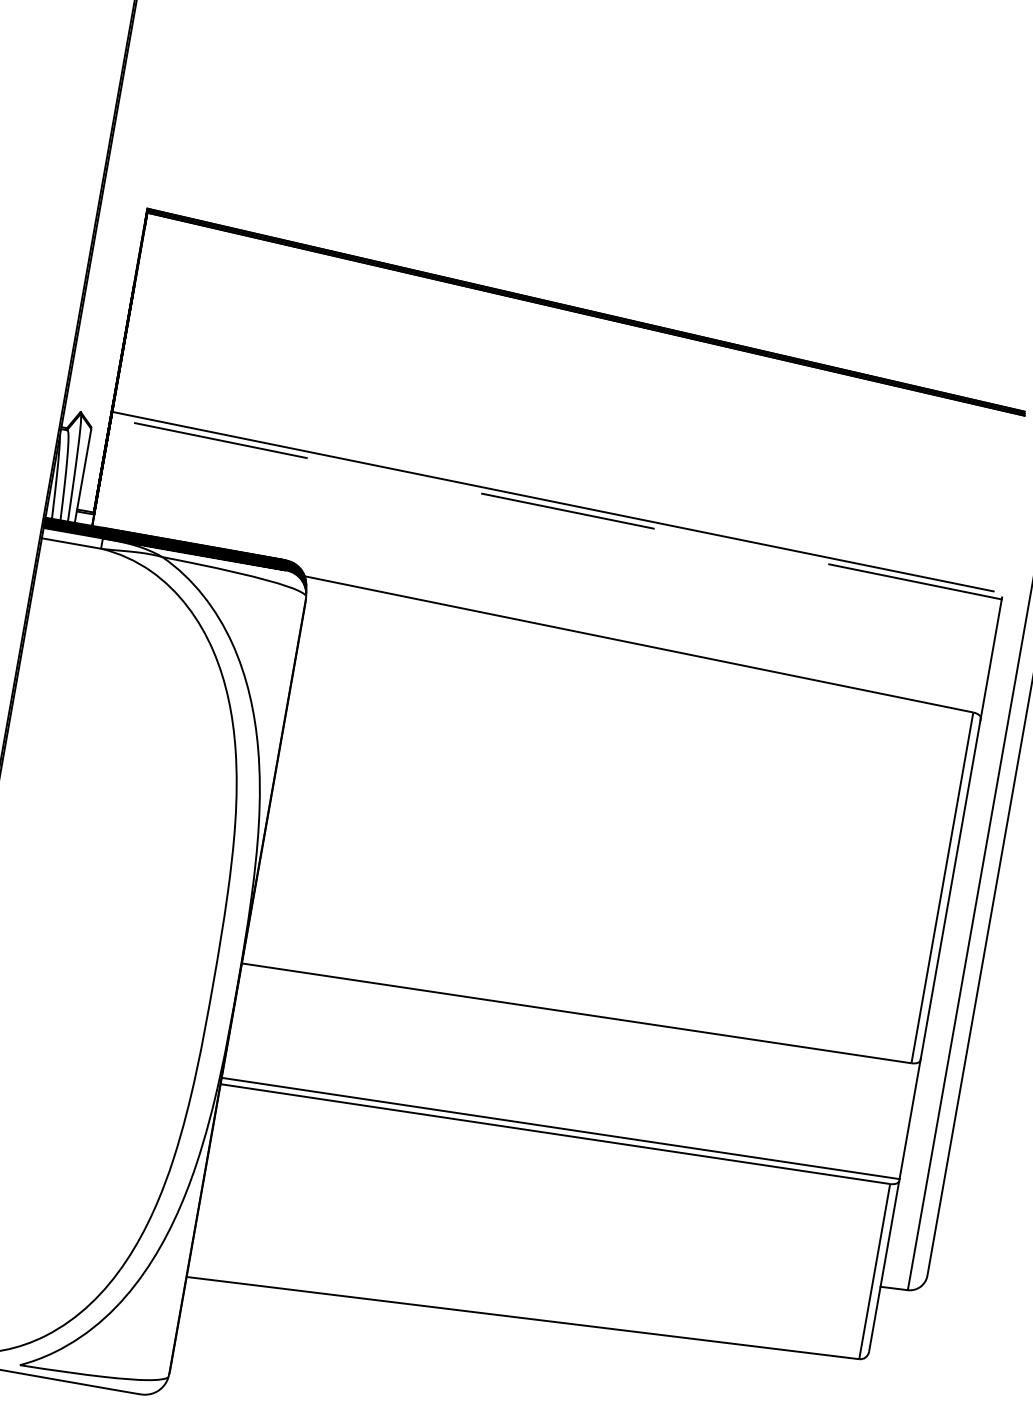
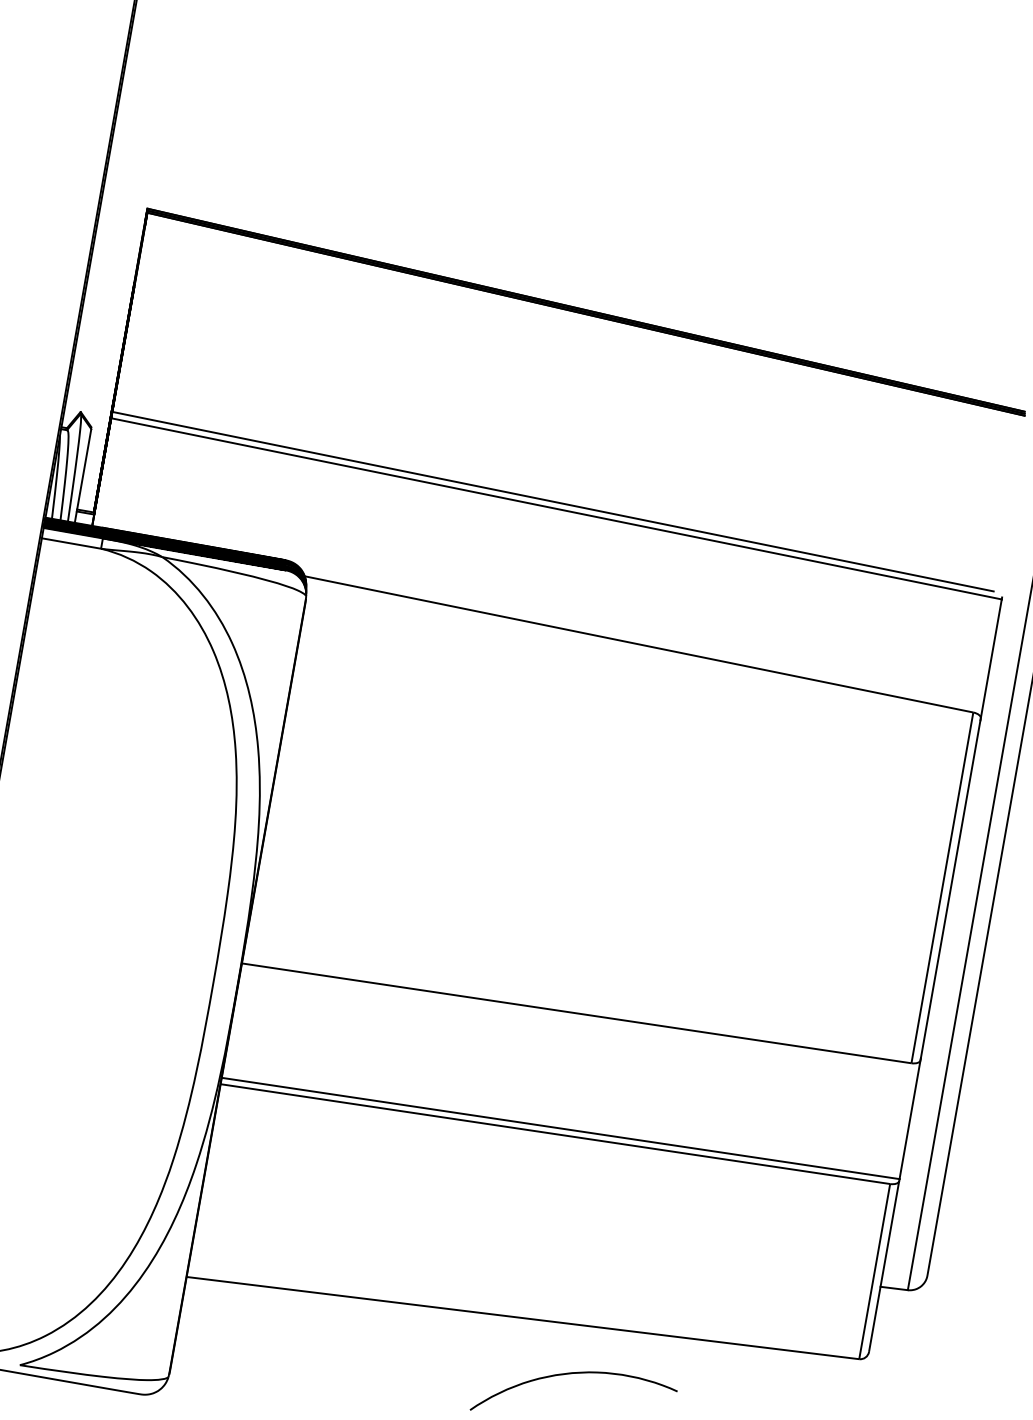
line at (556, 508): dashed -> solid
curve at (571, 1374): none -> present
